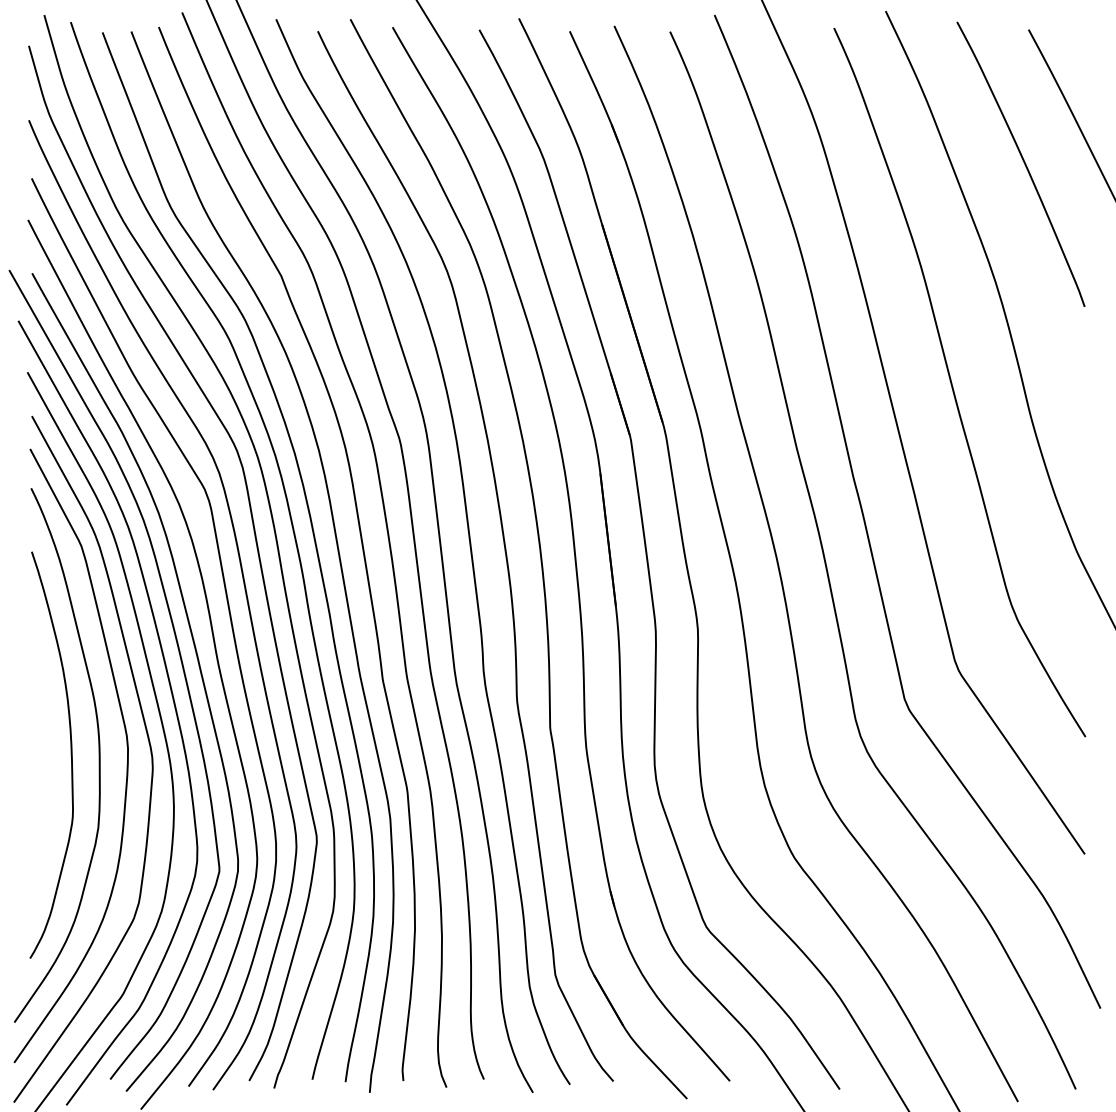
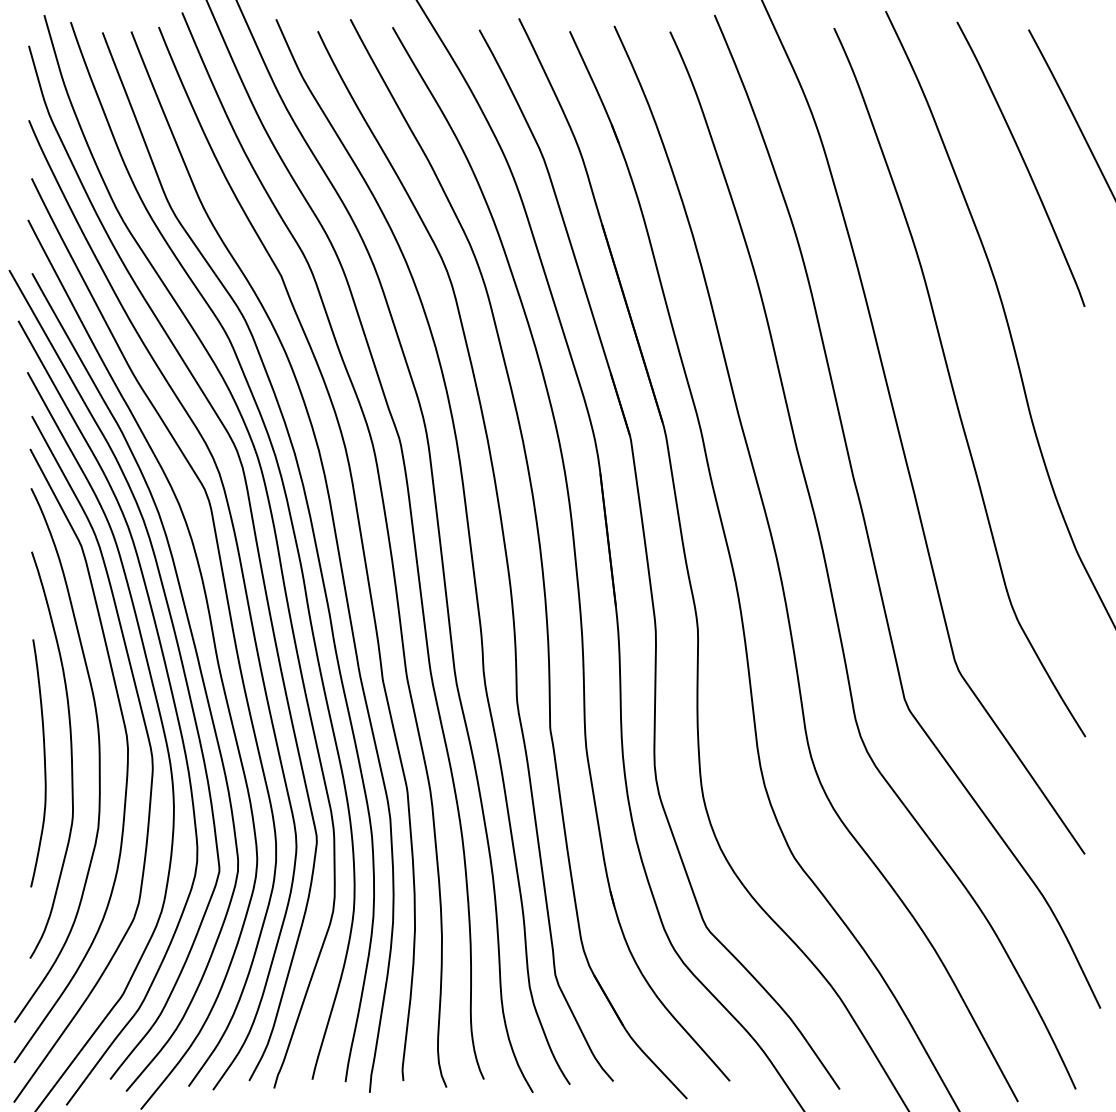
curve at (44, 763): none -> present
